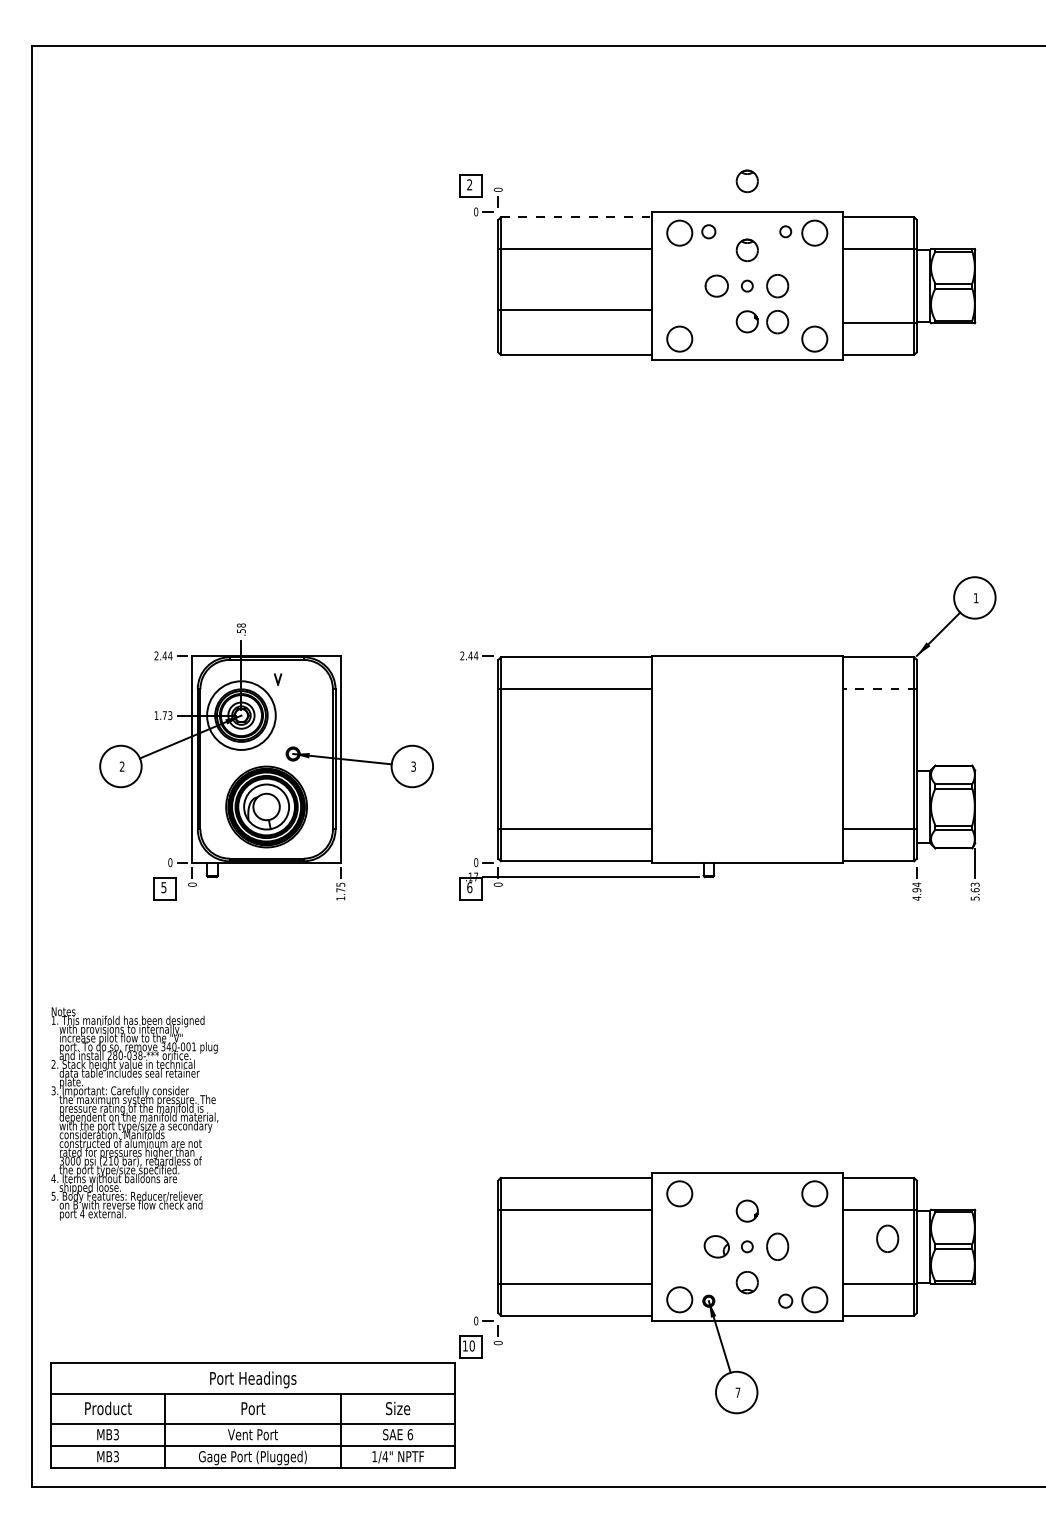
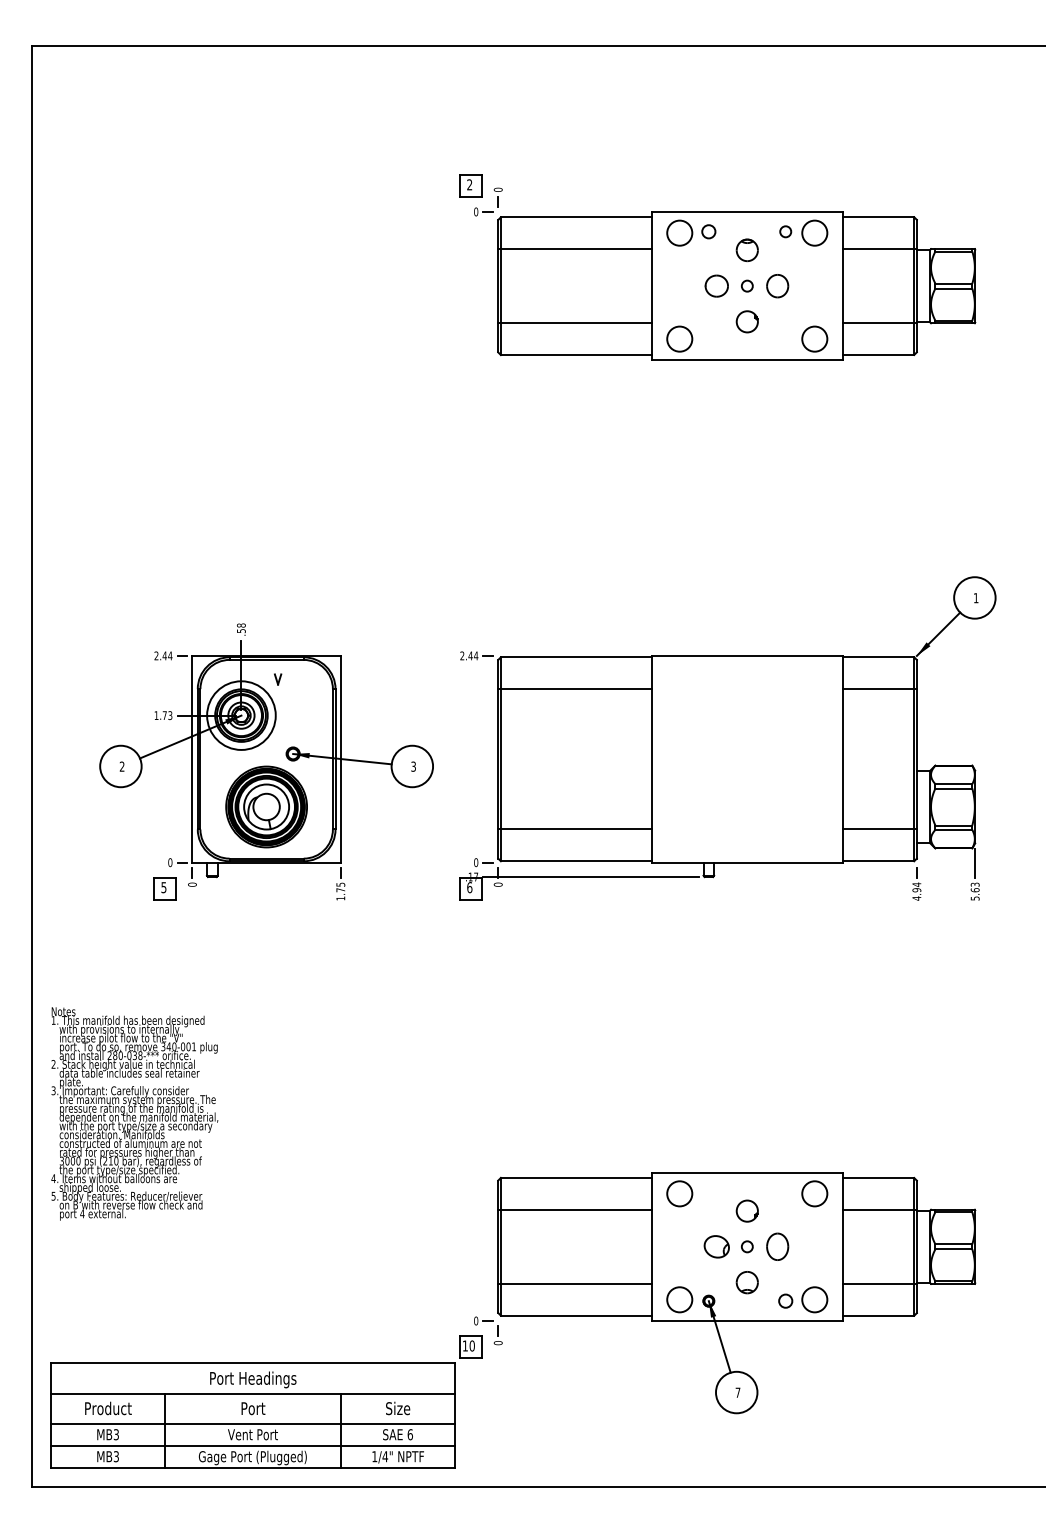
part at (746, 181): present -> none
line at (576, 217): dashed -> solid
line at (574, 310) position: (574, 310) -> (574, 323)
part at (777, 322): present -> none
line at (879, 689): dashed -> solid
part at (887, 1238): present -> none
